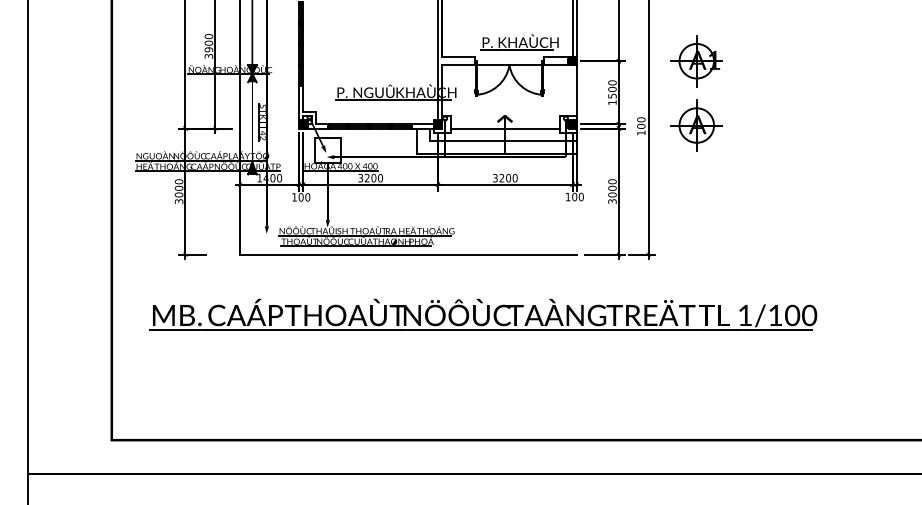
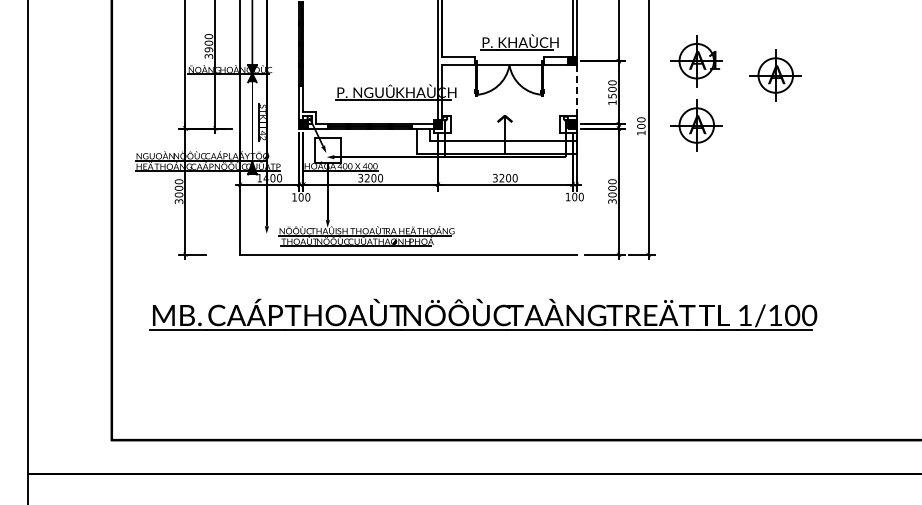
part at (775, 75): none -> present
line at (576, 90): solid -> dashed
line at (505, 128): present -> none
